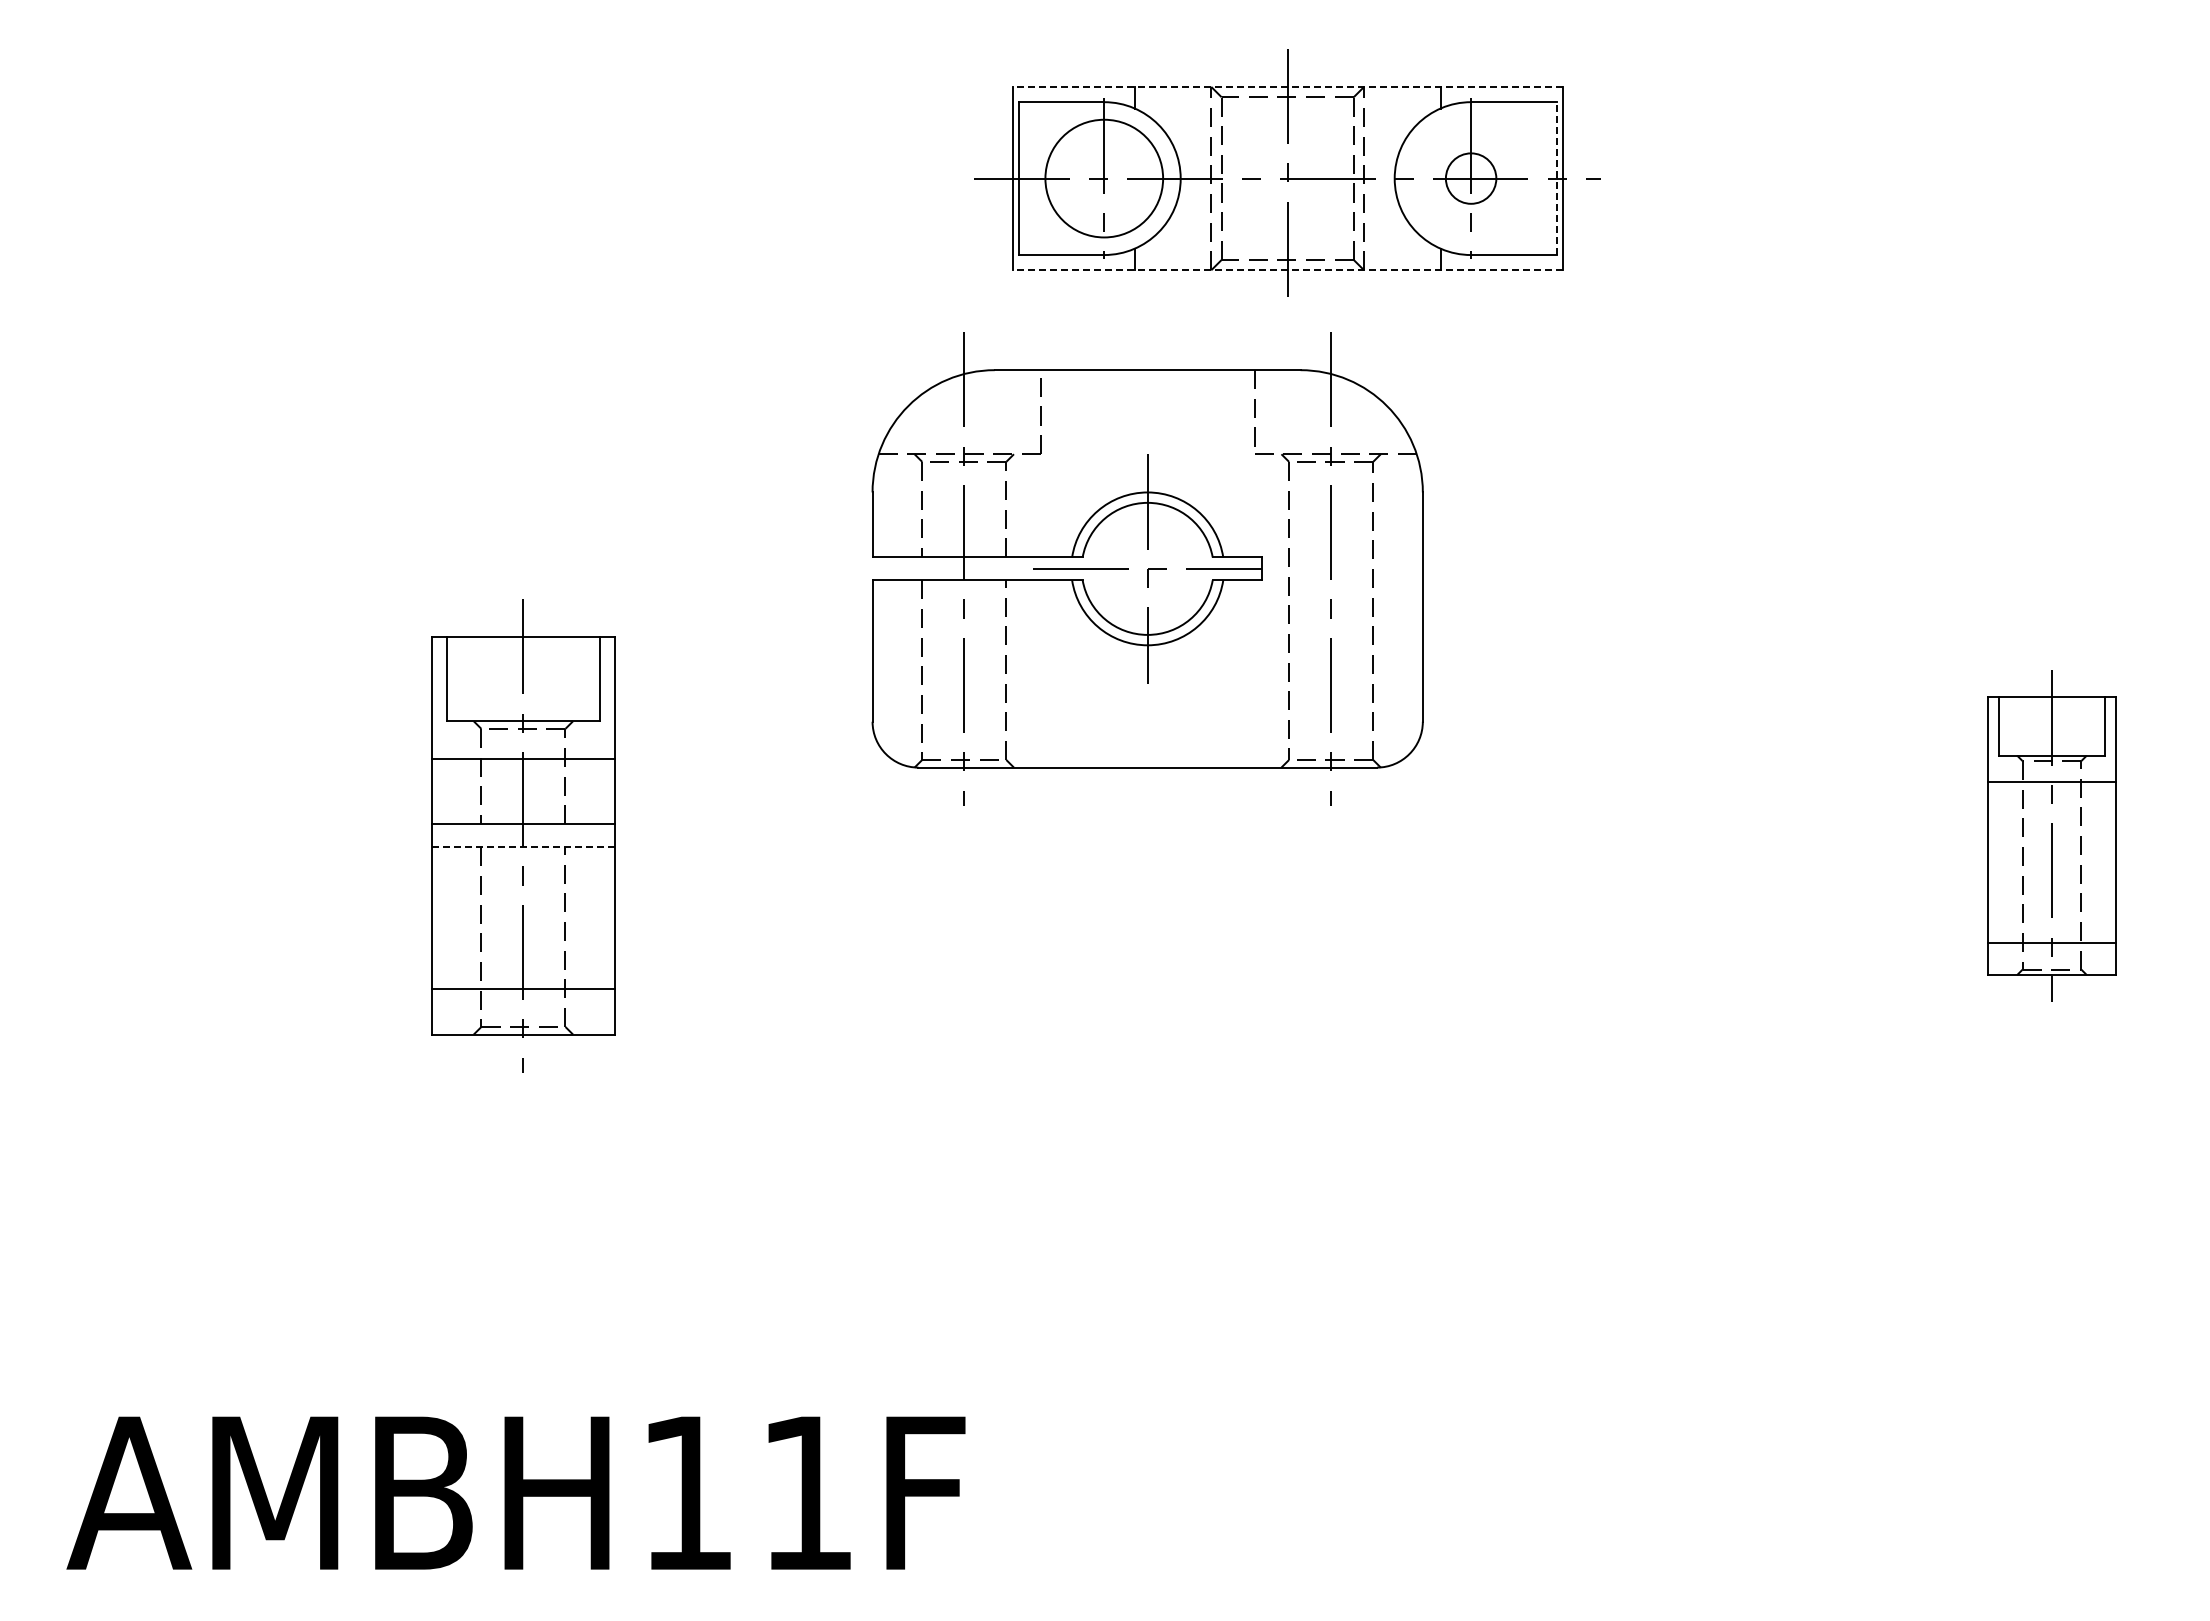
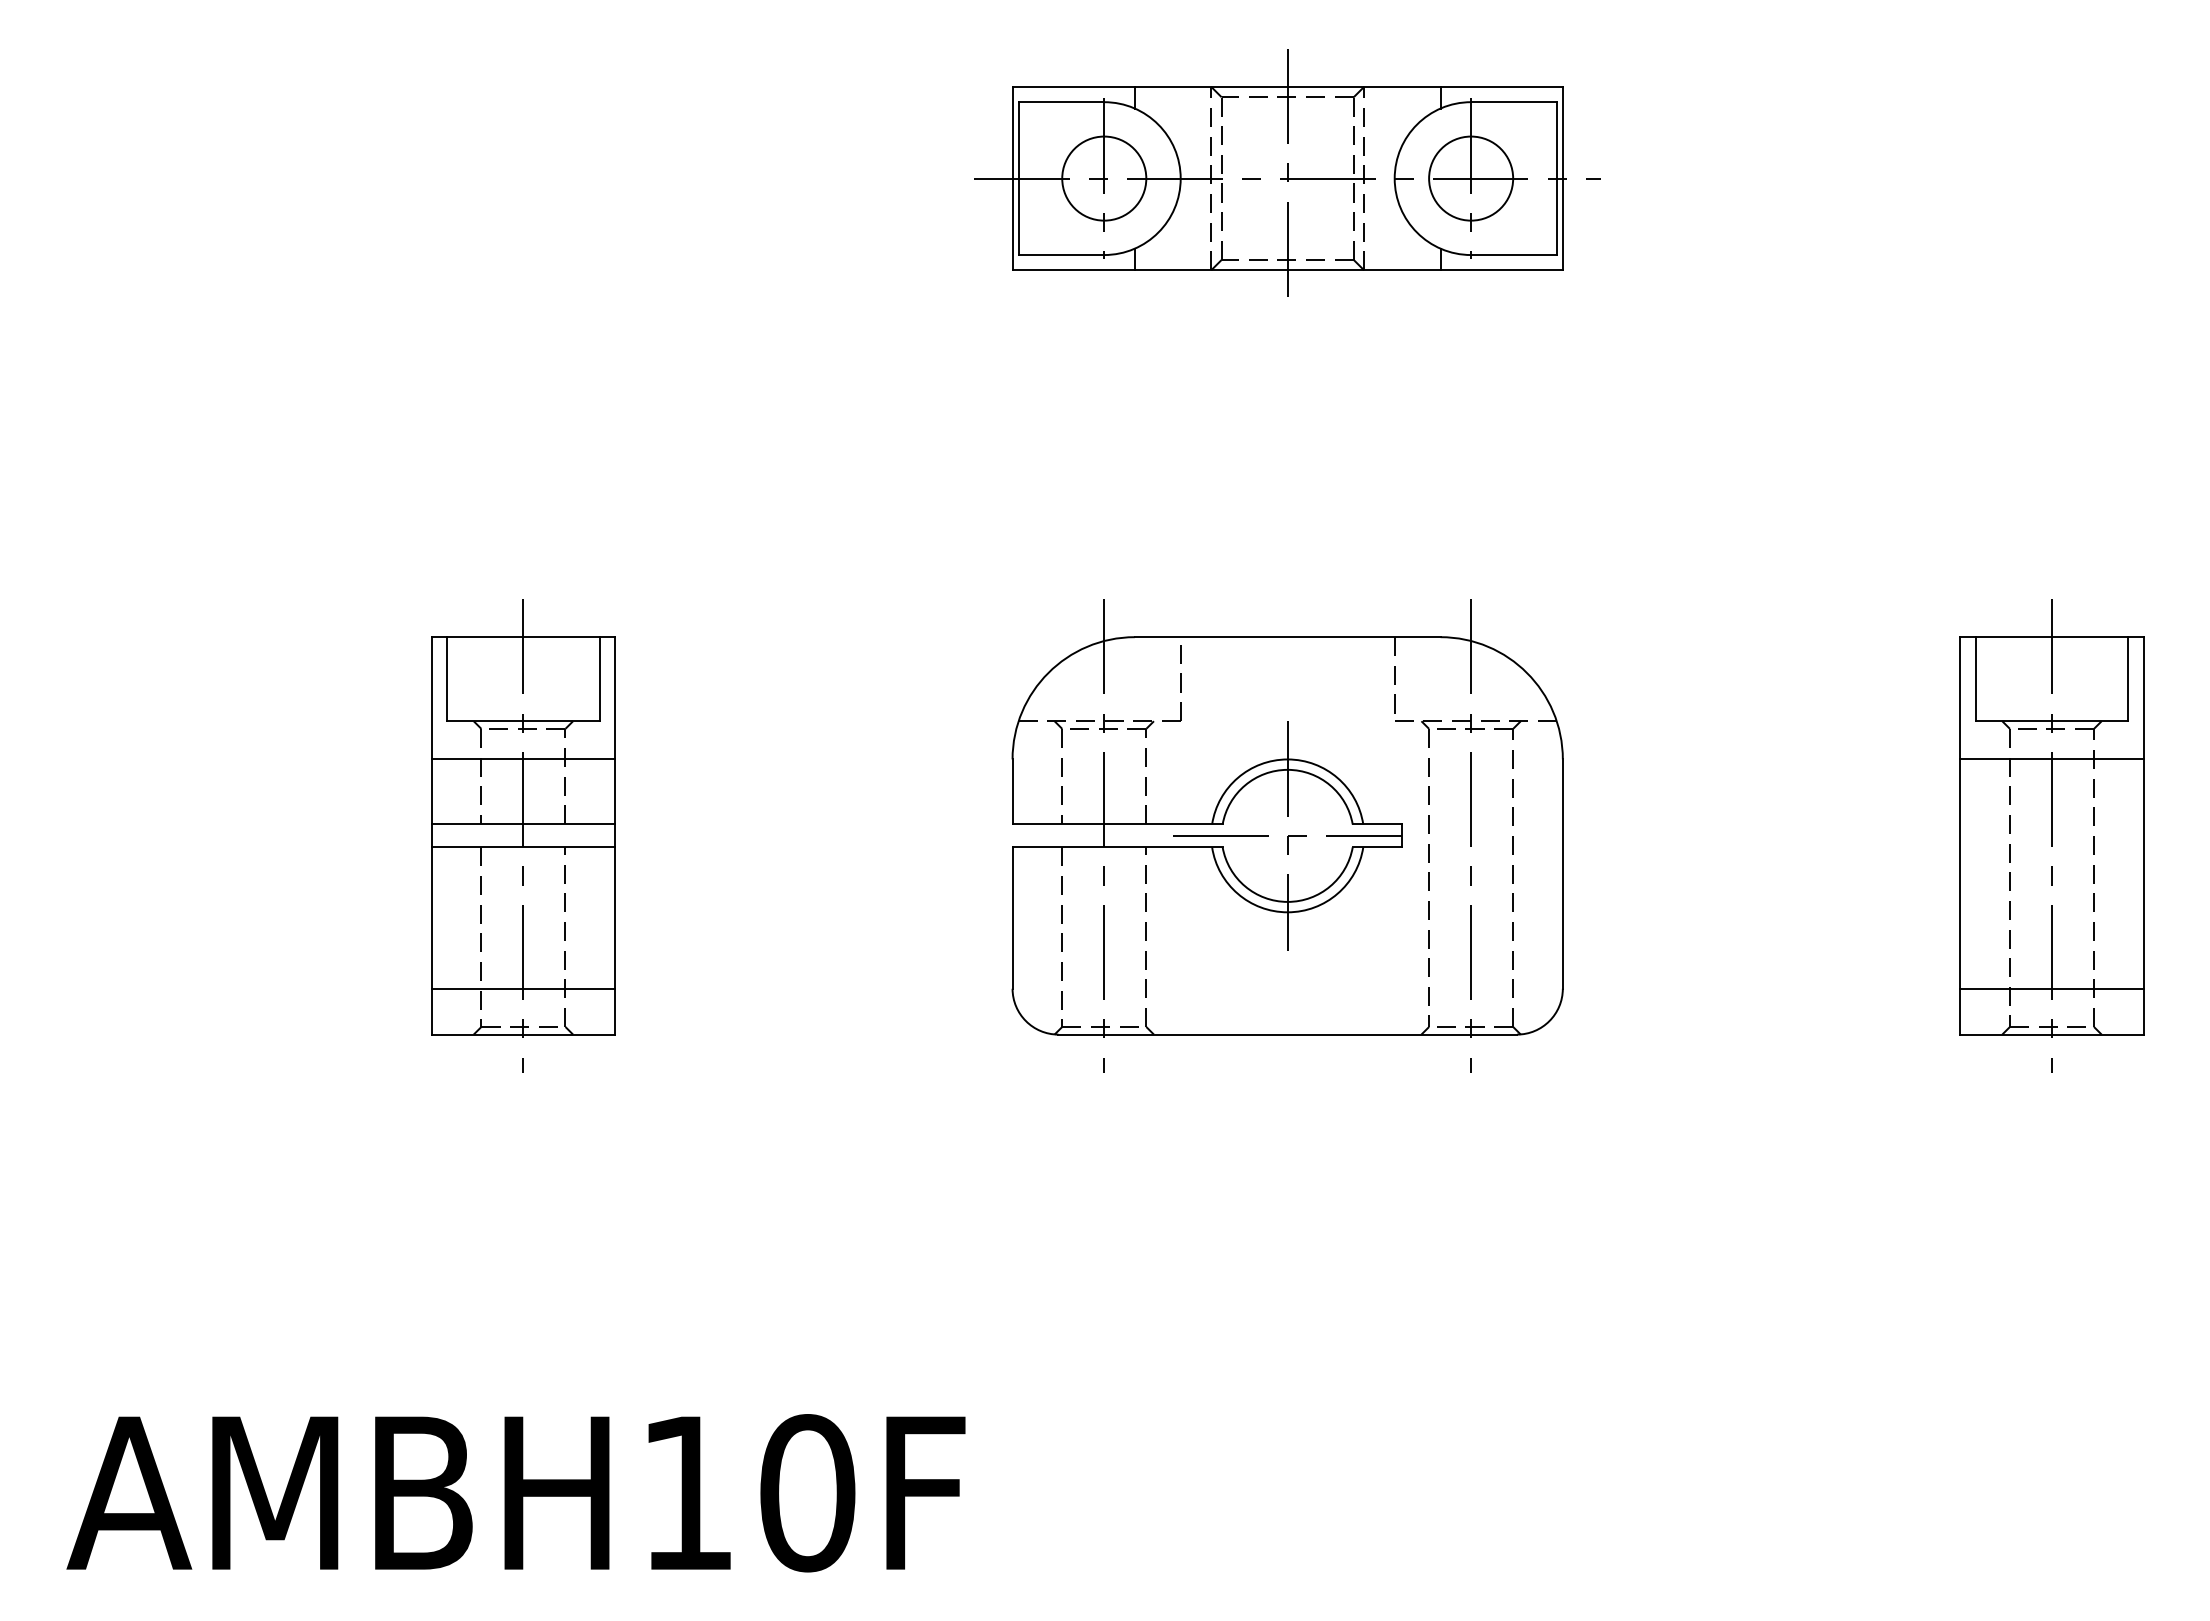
line at (1287, 86): dashed -> solid
circle at (1104, 178) diameter: 118 px -> 84 px
circle at (1470, 178) diameter: 50 px -> 84 px
line at (1556, 178): dashed -> solid
line at (1287, 270): dashed -> solid
part at (1147, 568) position: (1147, 568) -> (1287, 835)
part at (2051, 835) size: 130x332 px -> 186x474 px
line at (523, 847): dashed -> solid
text at (807, 1493): AMBH11F -> AMBH10F
